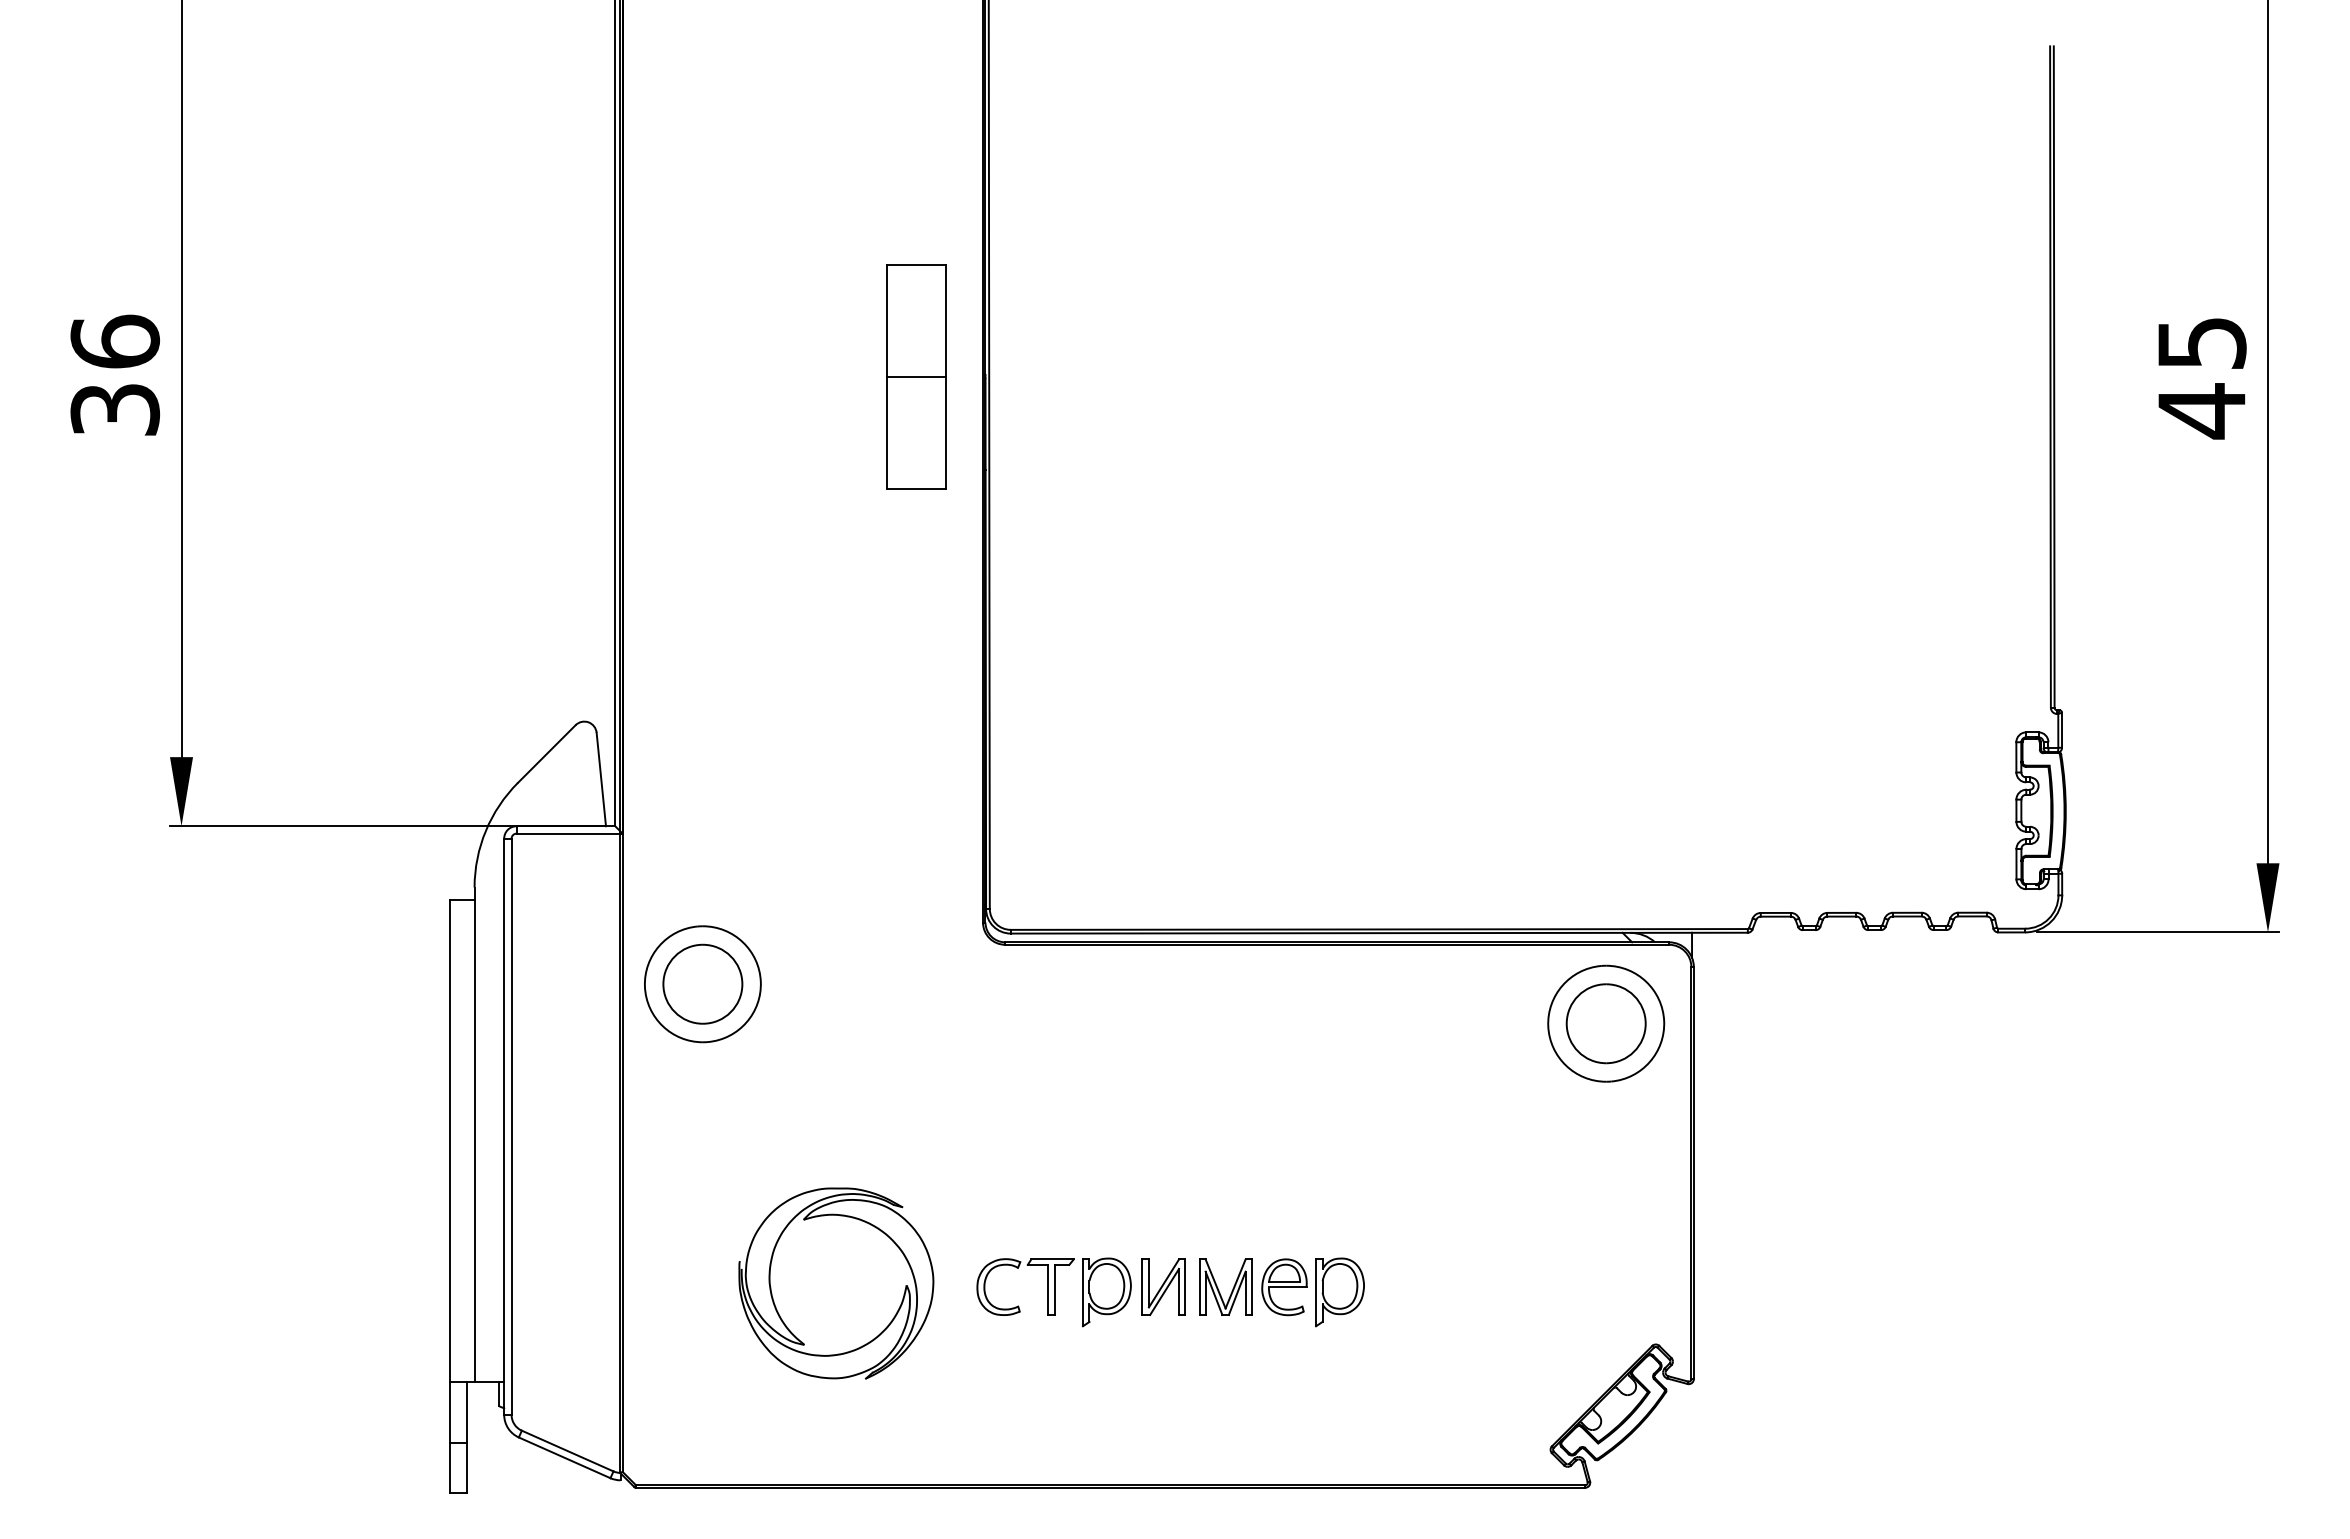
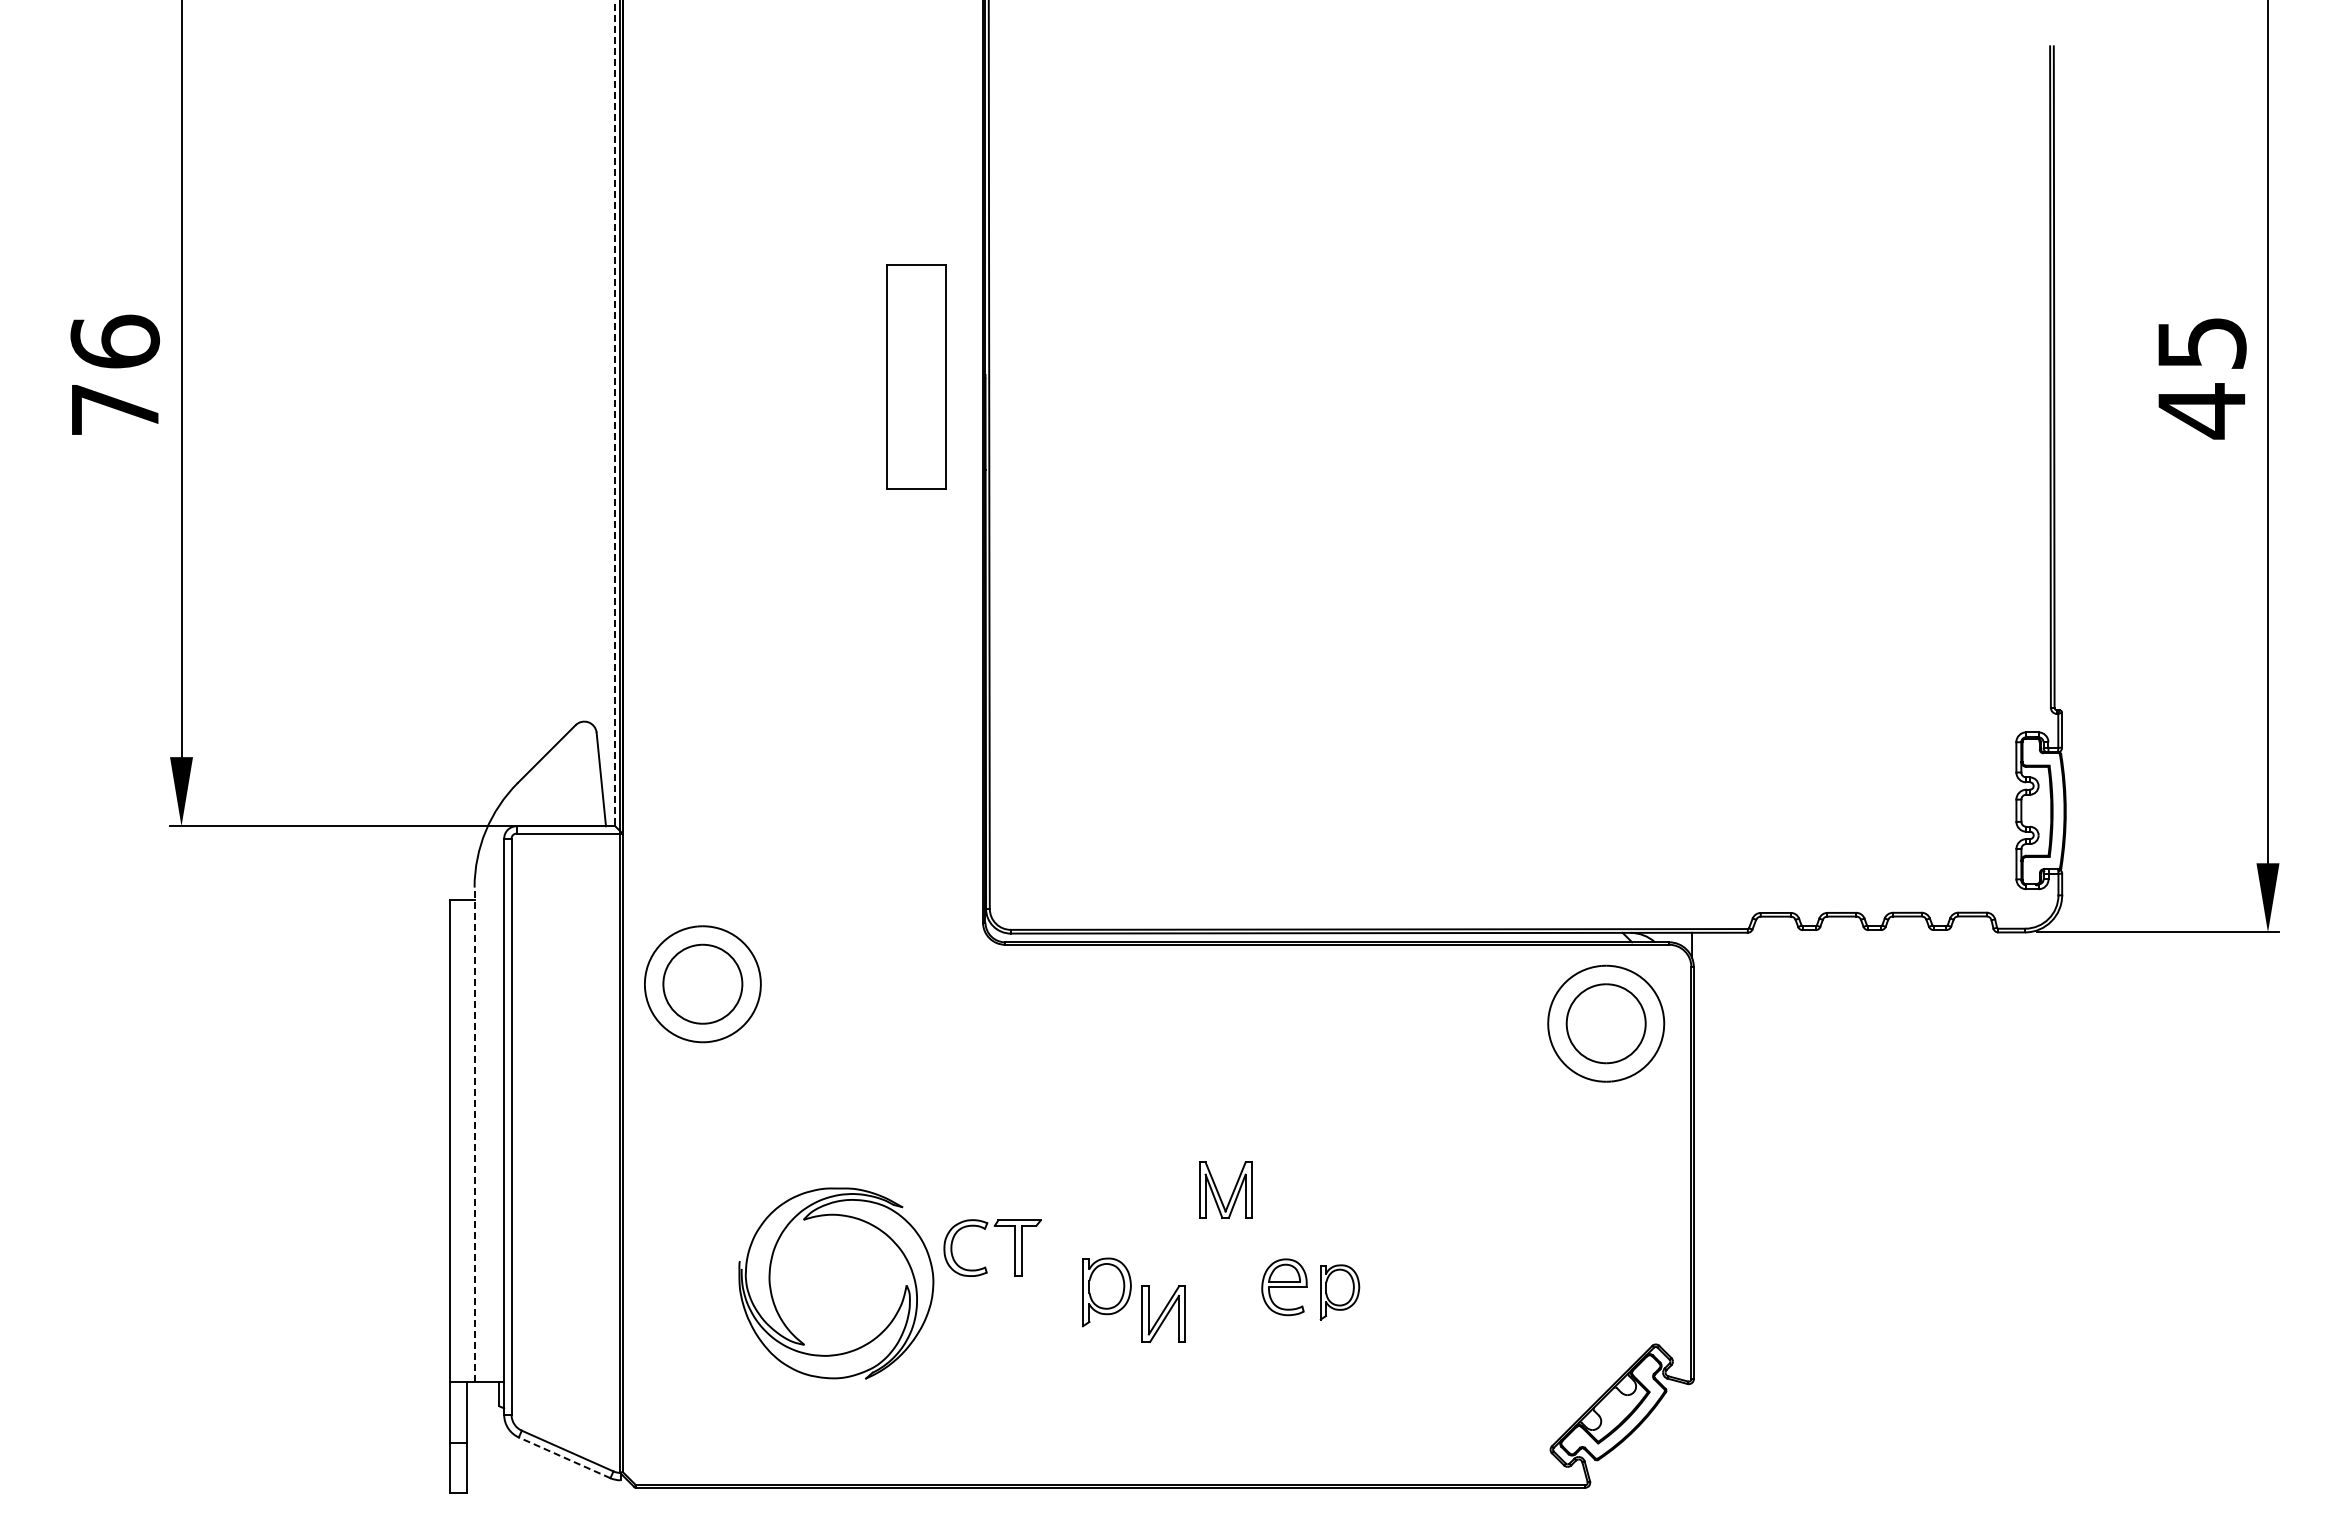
line at (916, 377): present -> none
text at (115, 409): 36 -> 76
line at (615, 413): solid -> dashed
line at (474, 1134): solid -> dashed
part at (1018, 1268) position: (1018, 1268) -> (985, 1229)
part at (1163, 1286) position: (1163, 1286) -> (1163, 1313)
part at (1218, 1287) position: (1218, 1287) -> (1218, 1190)
part at (1339, 1292) size: 50x71 px -> 42x57 px
line at (564, 1457): solid -> dashed
